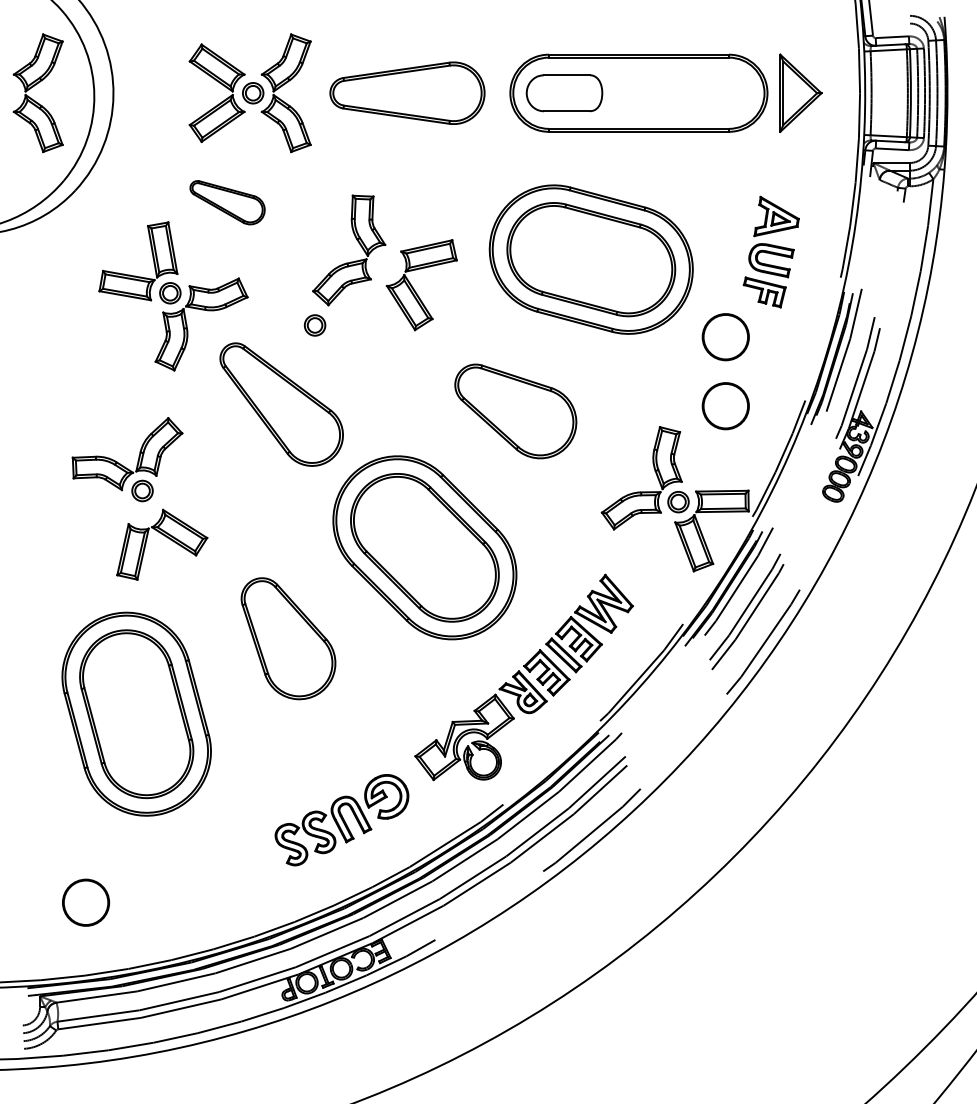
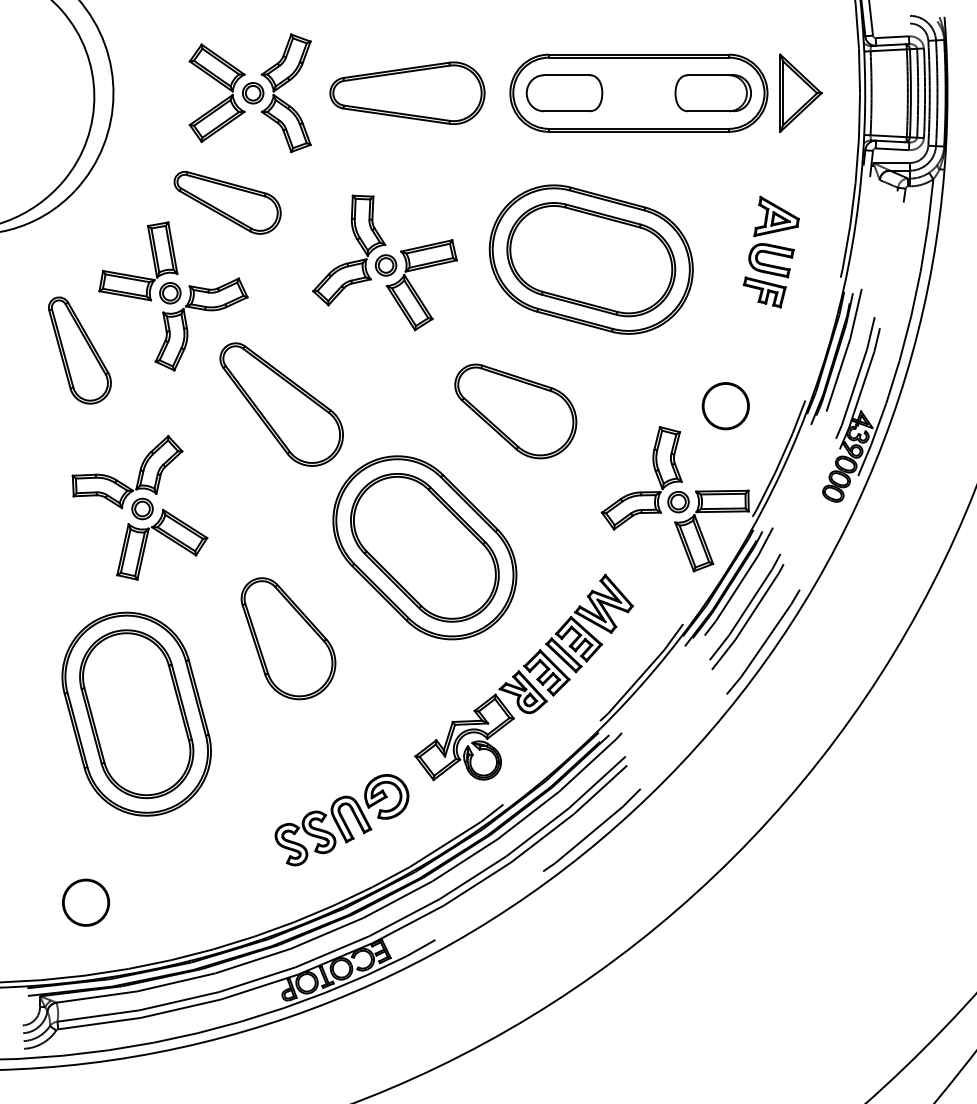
part at (712, 93): none -> present
part at (32, 98): present -> none
part at (227, 202) size: 77x46 px -> 109x65 px
part at (314, 325) position: (314, 325) -> (385, 265)
circle at (725, 337): present -> none
part at (79, 350): none -> present
part at (122, 464) position: (122, 464) -> (122, 482)
